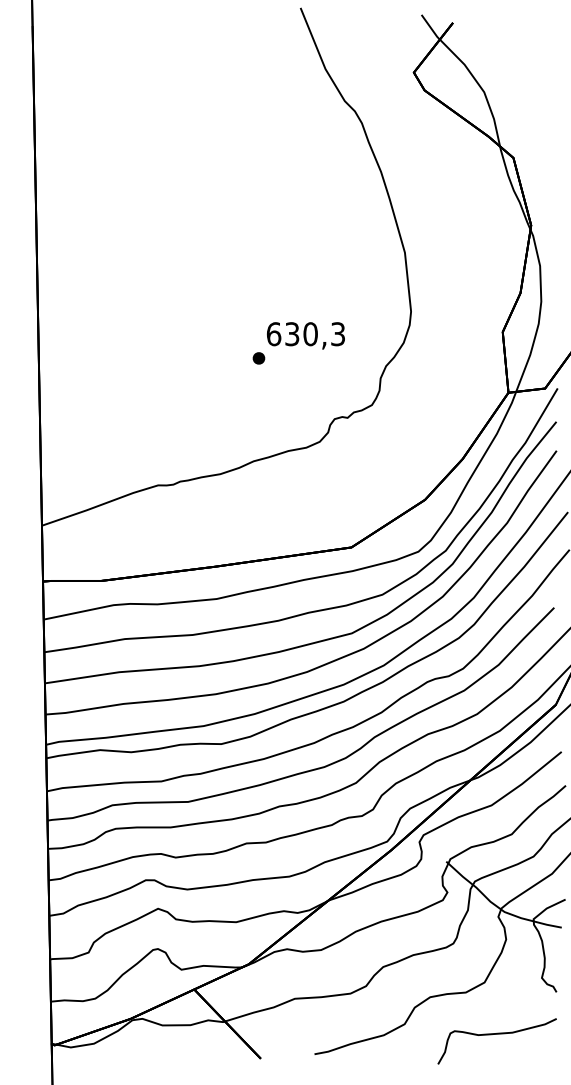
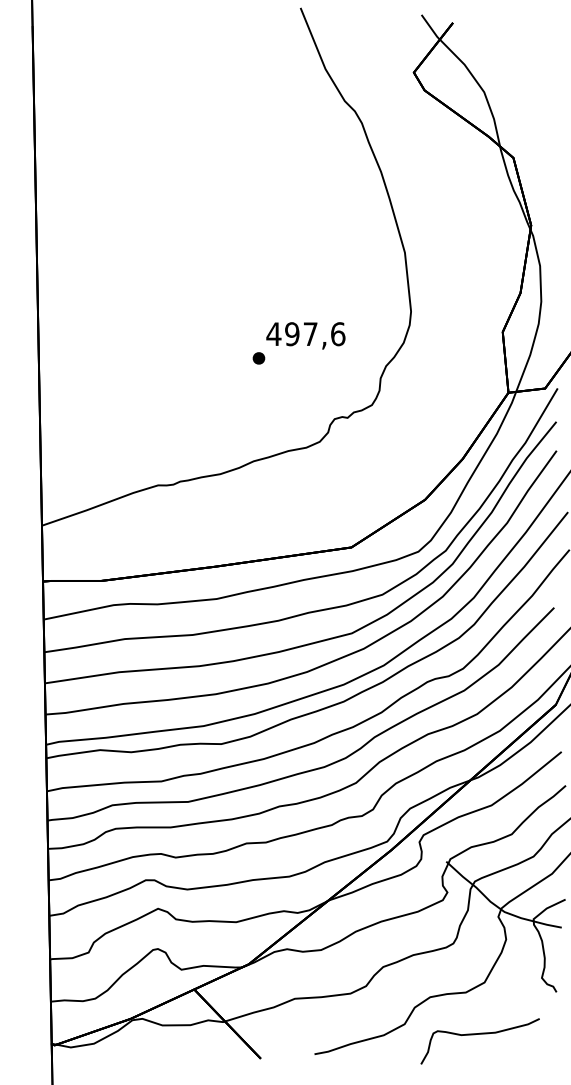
text at (305, 334): 630,3 -> 497,6
curve at (496, 1034) position: (496, 1034) -> (479, 1034)
